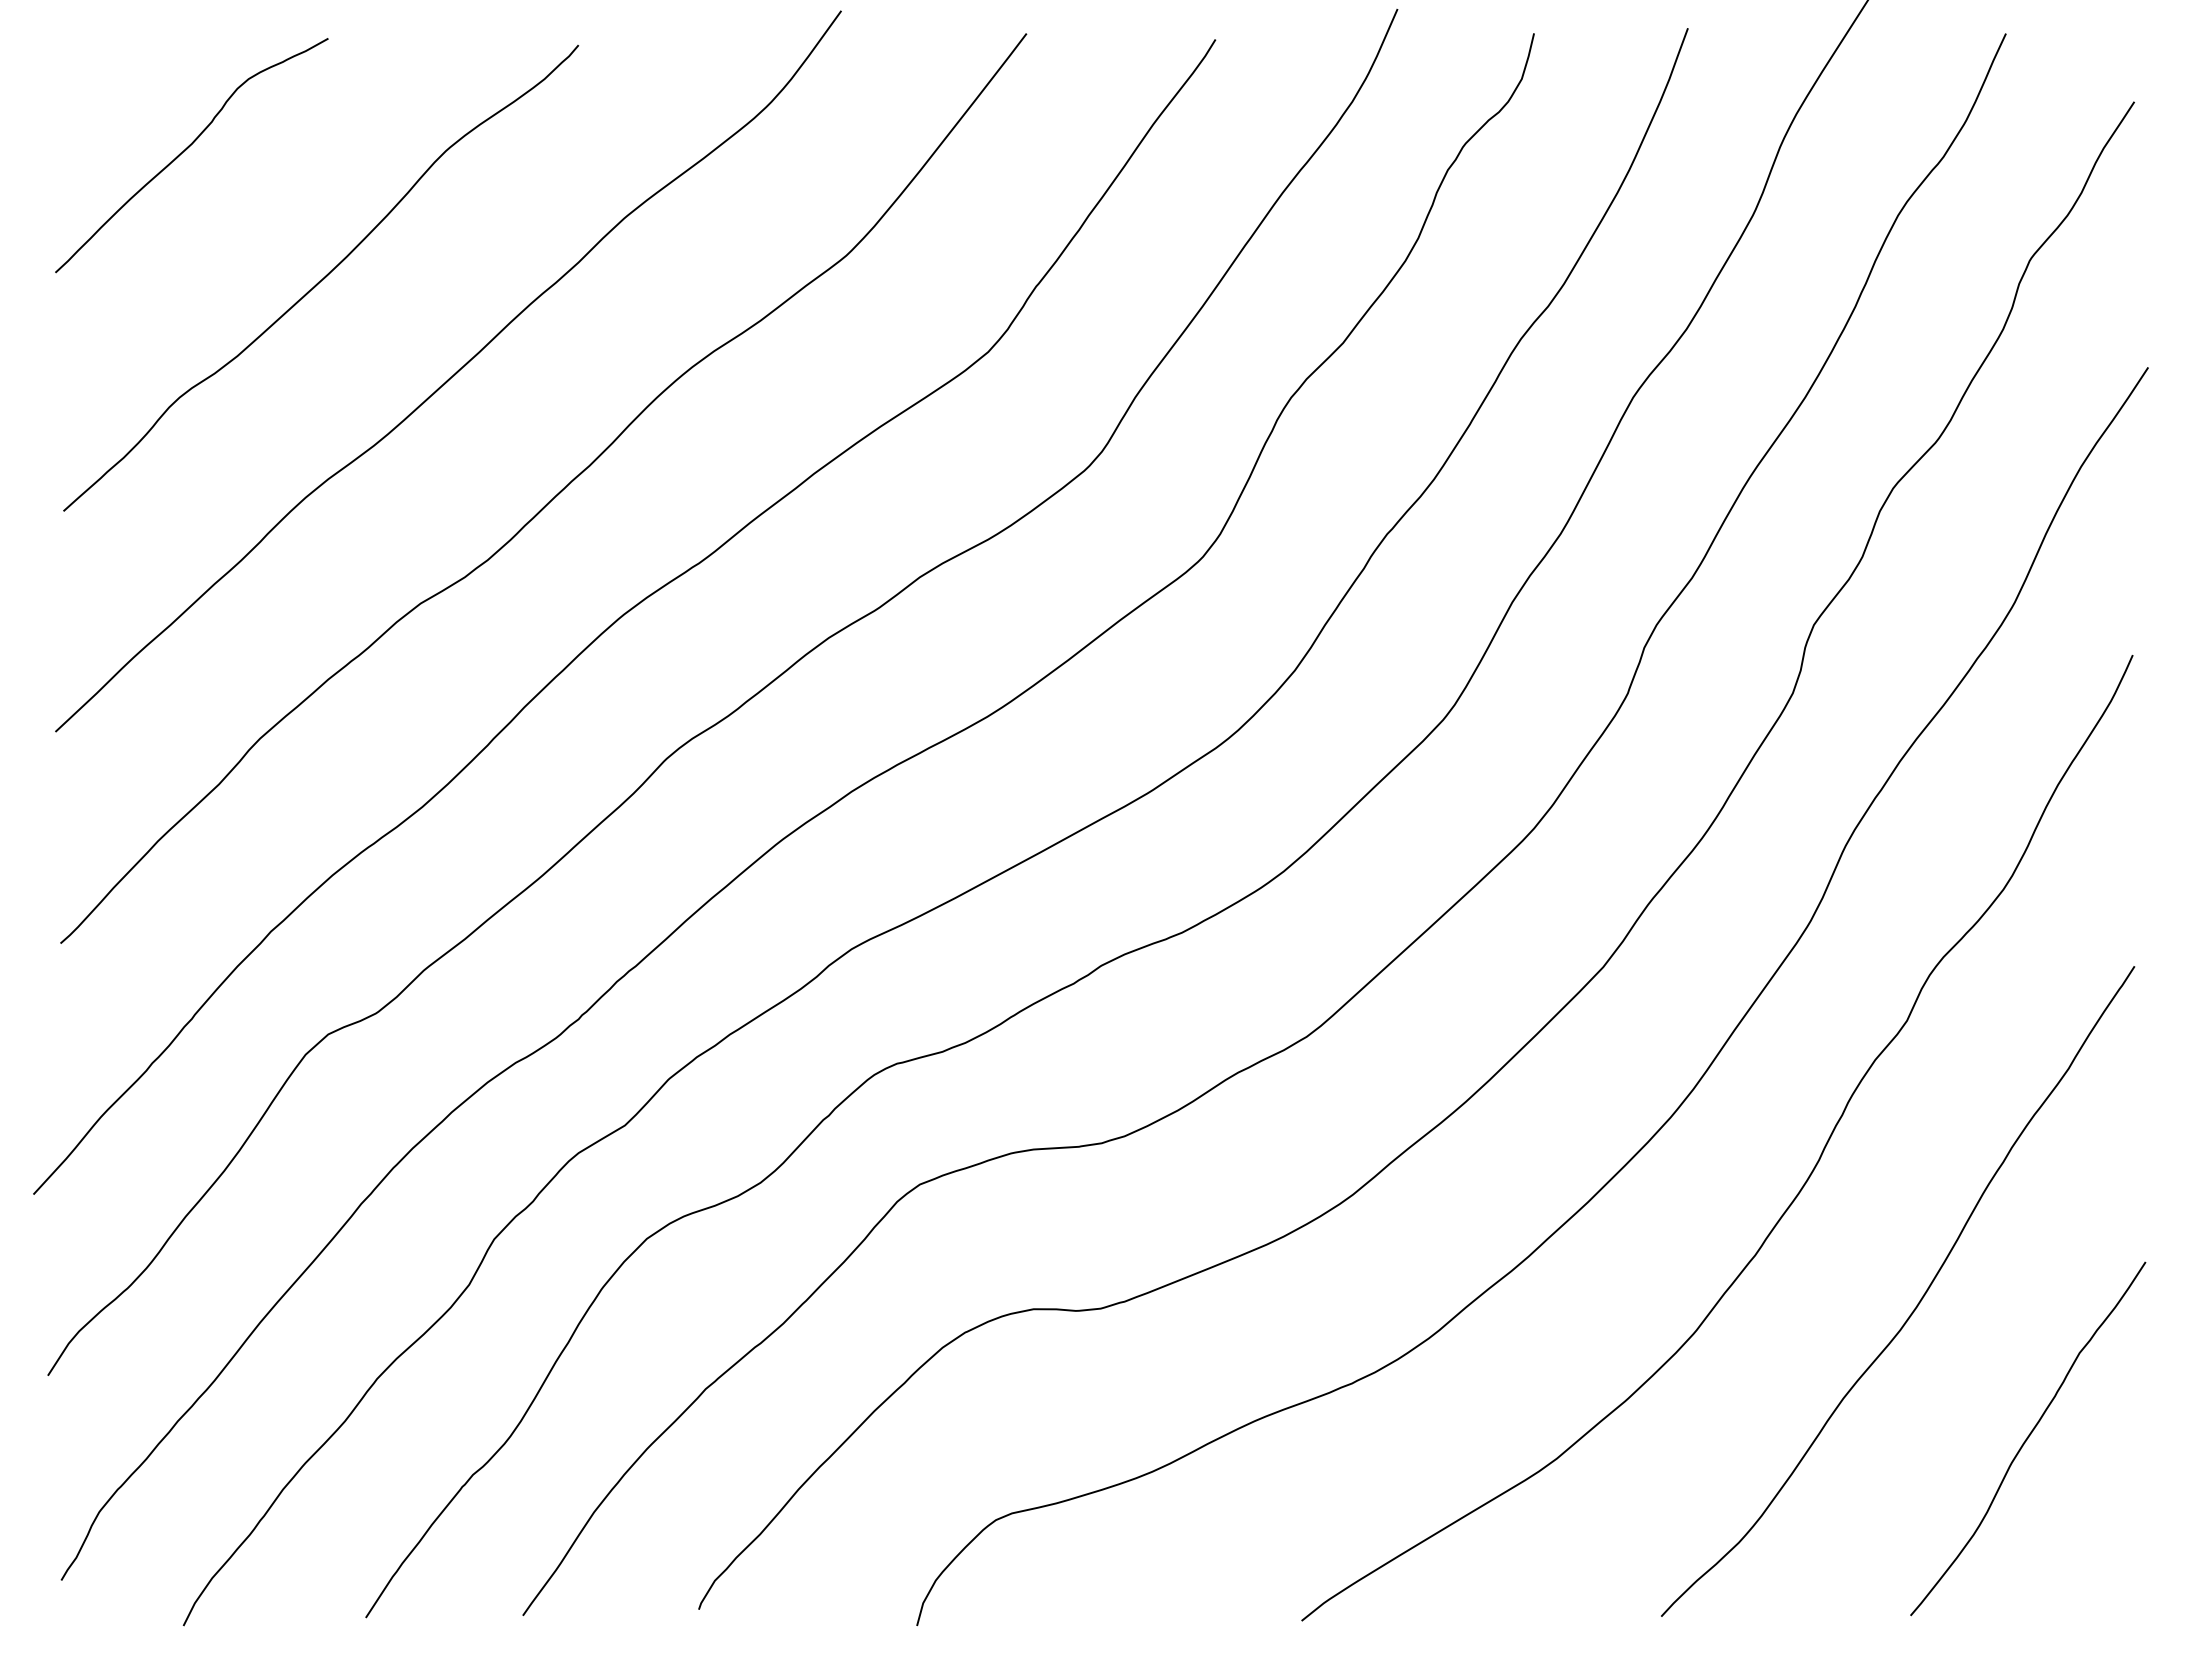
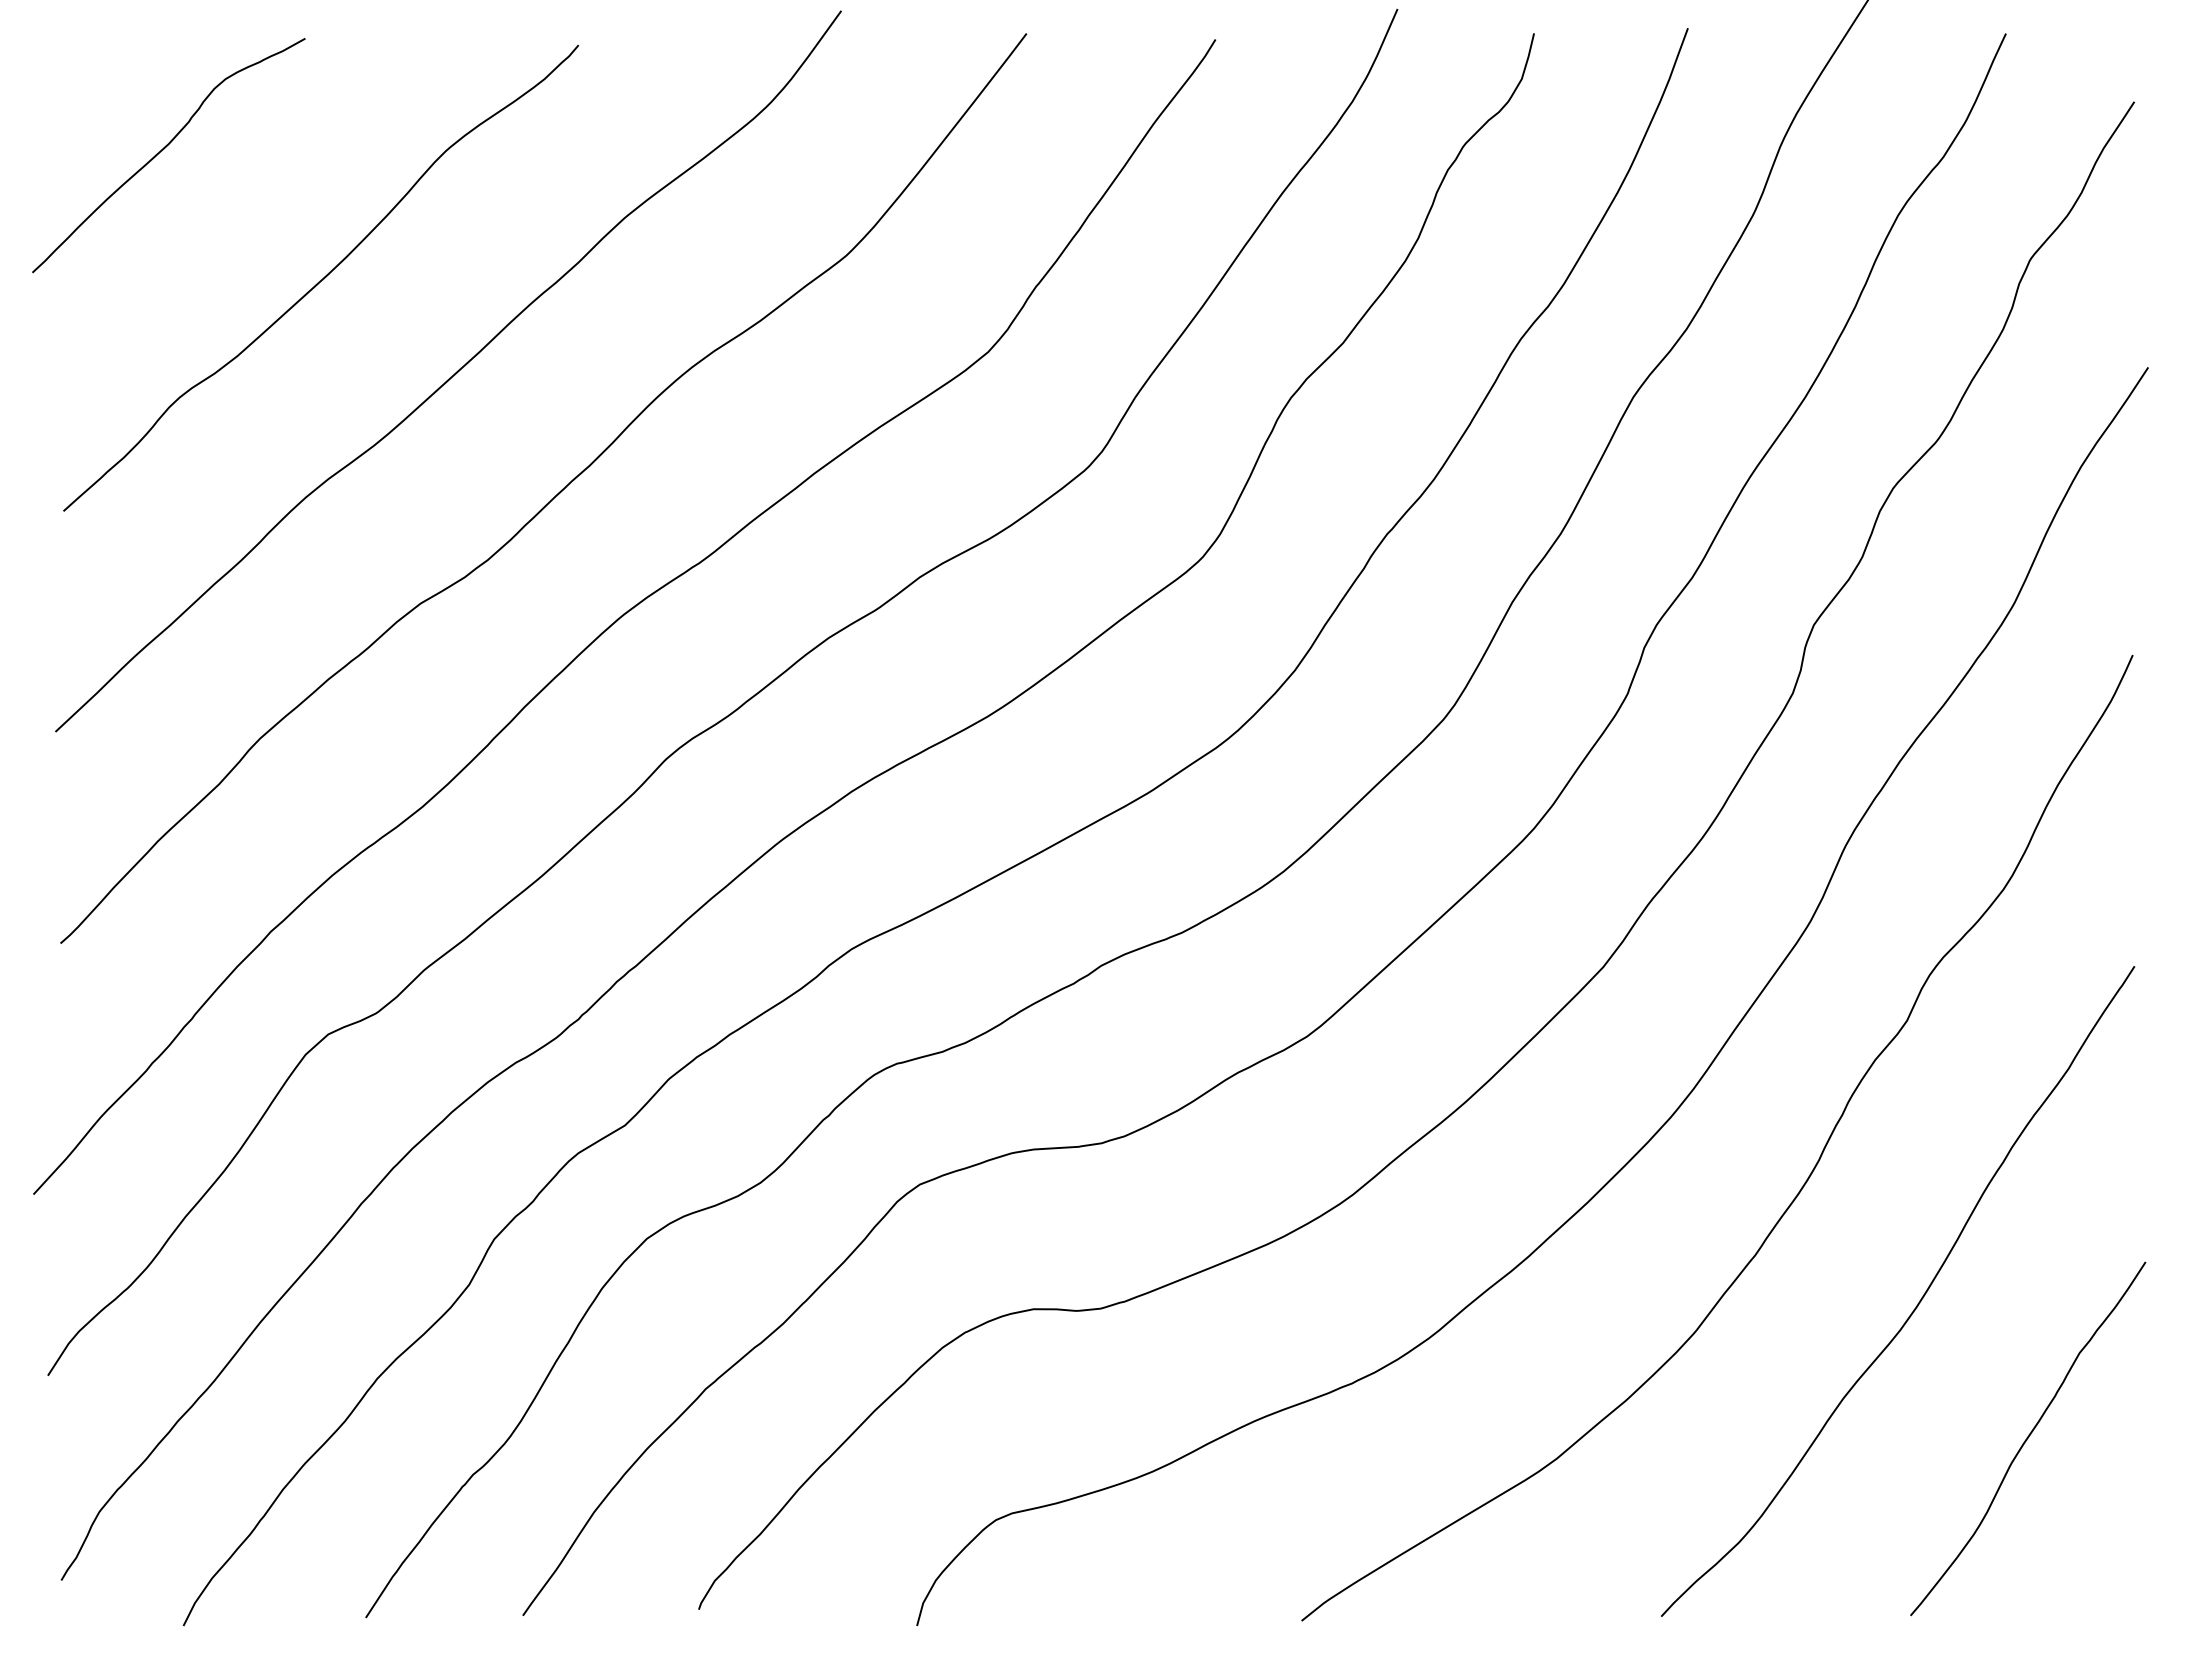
curve at (186, 150) position: (186, 150) -> (163, 150)
